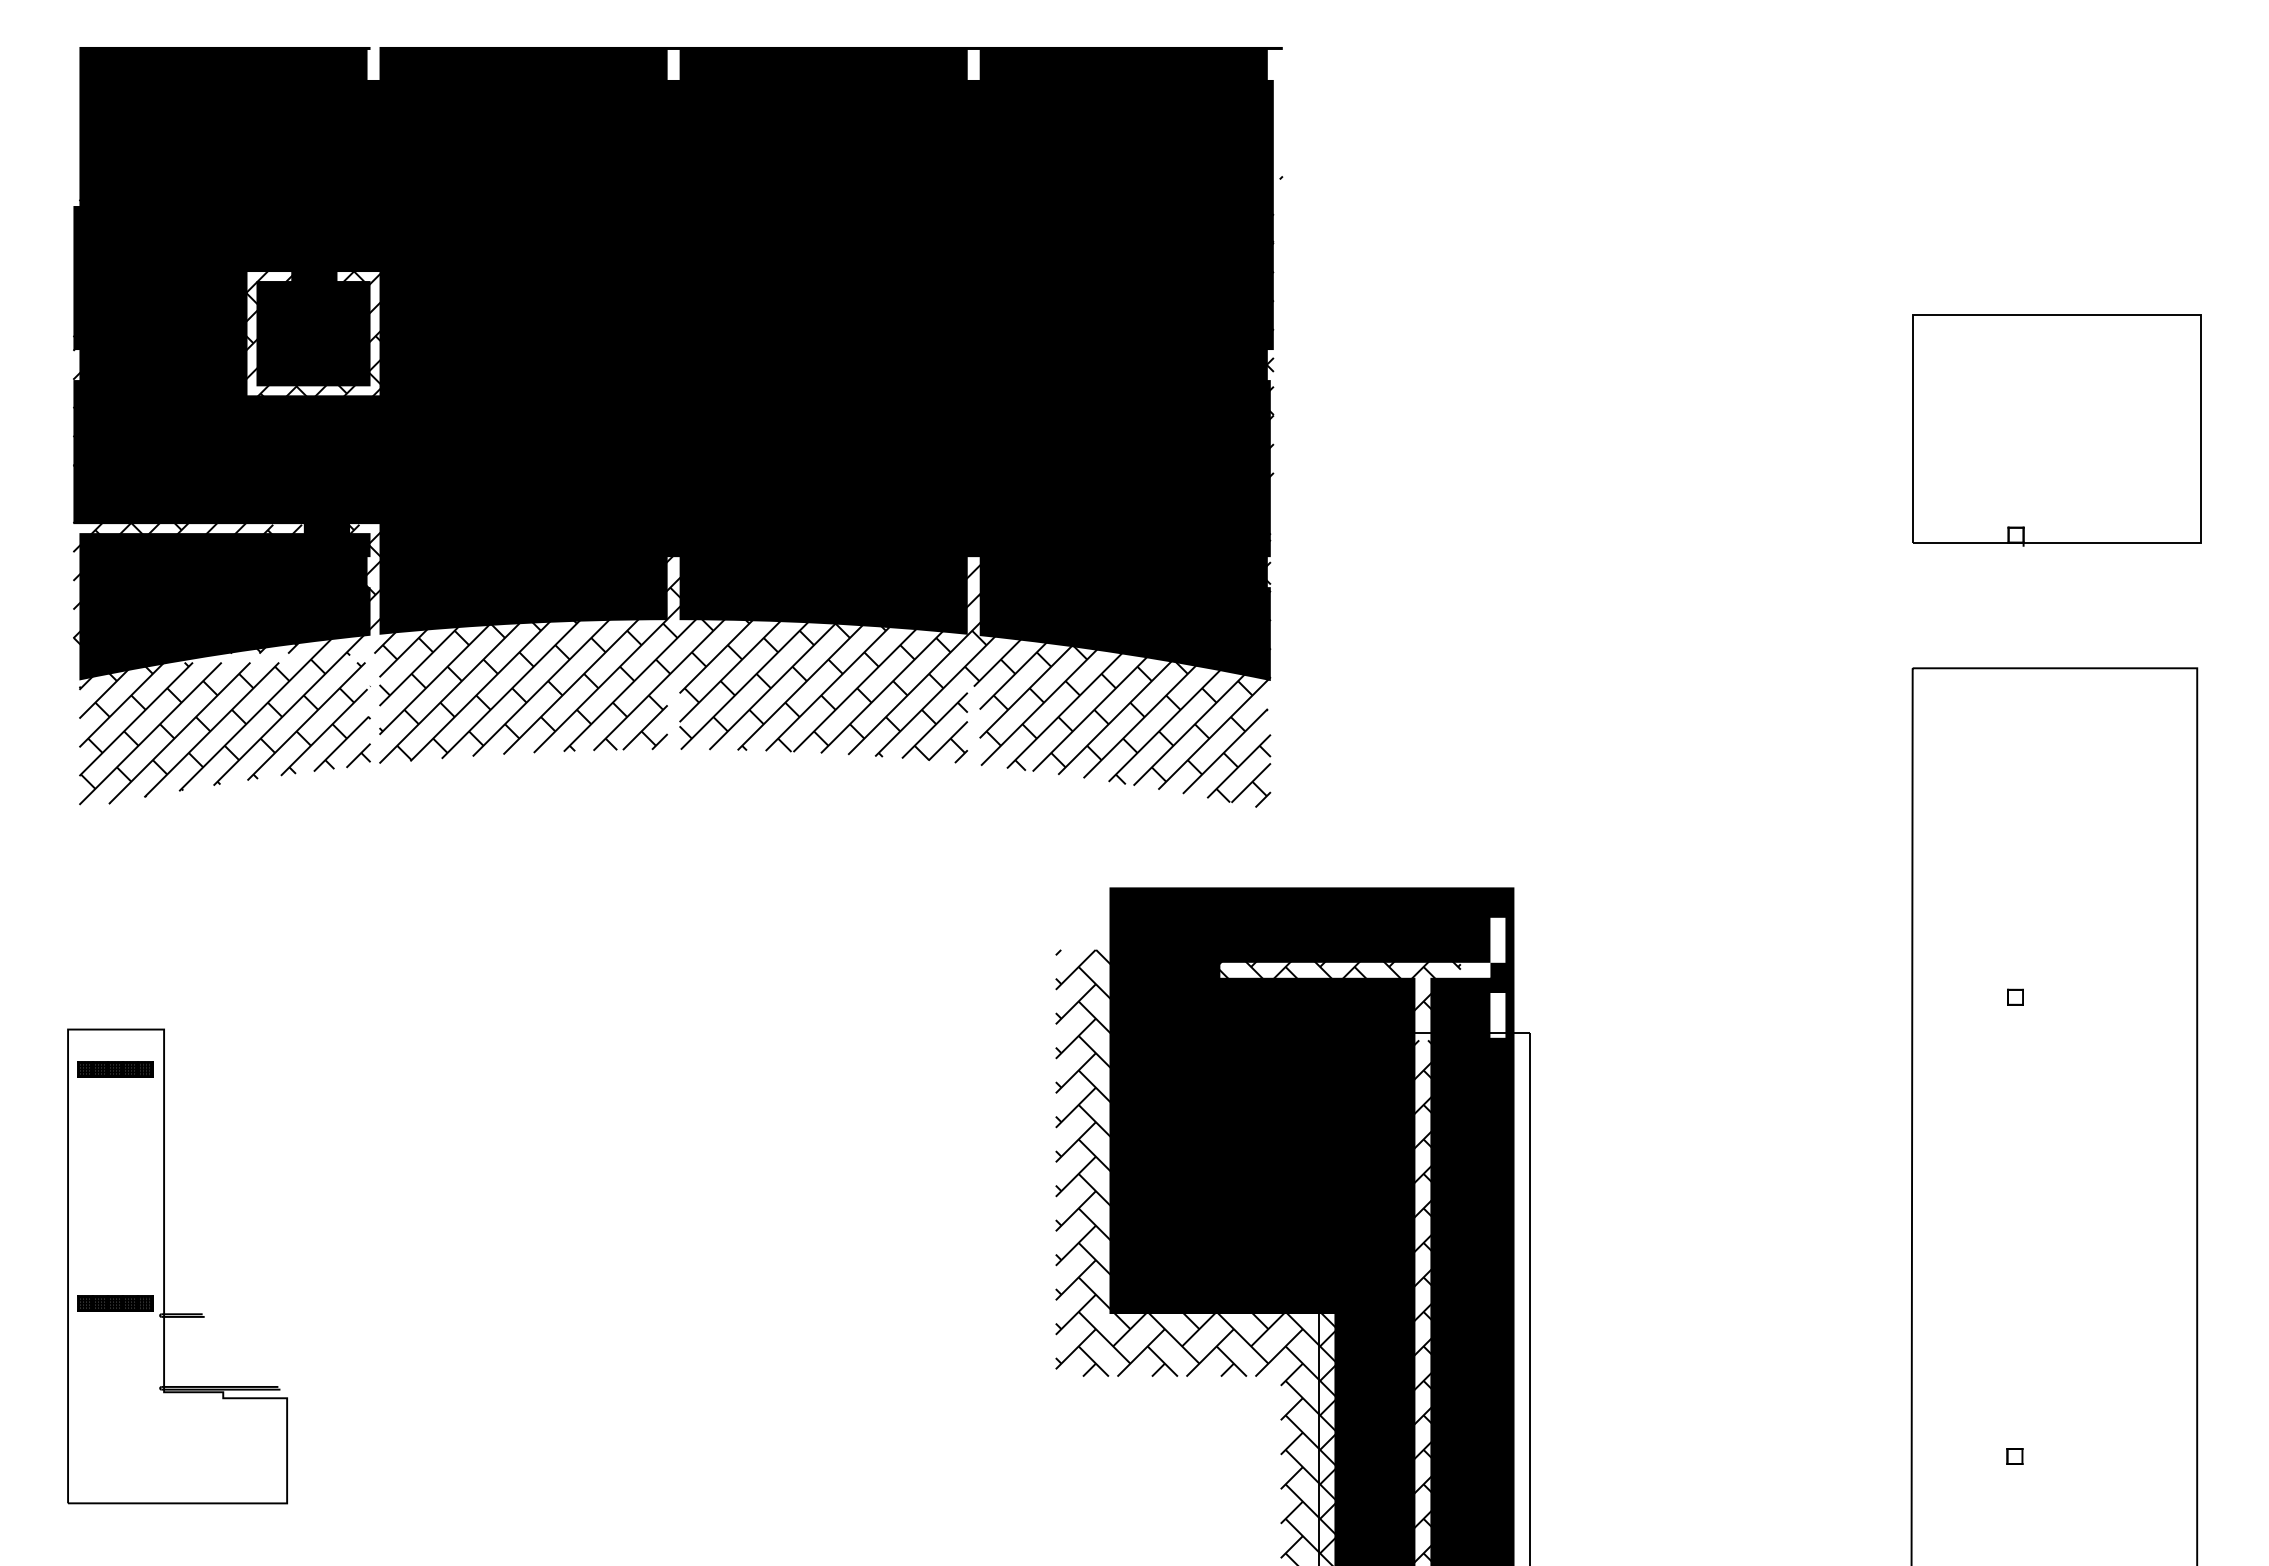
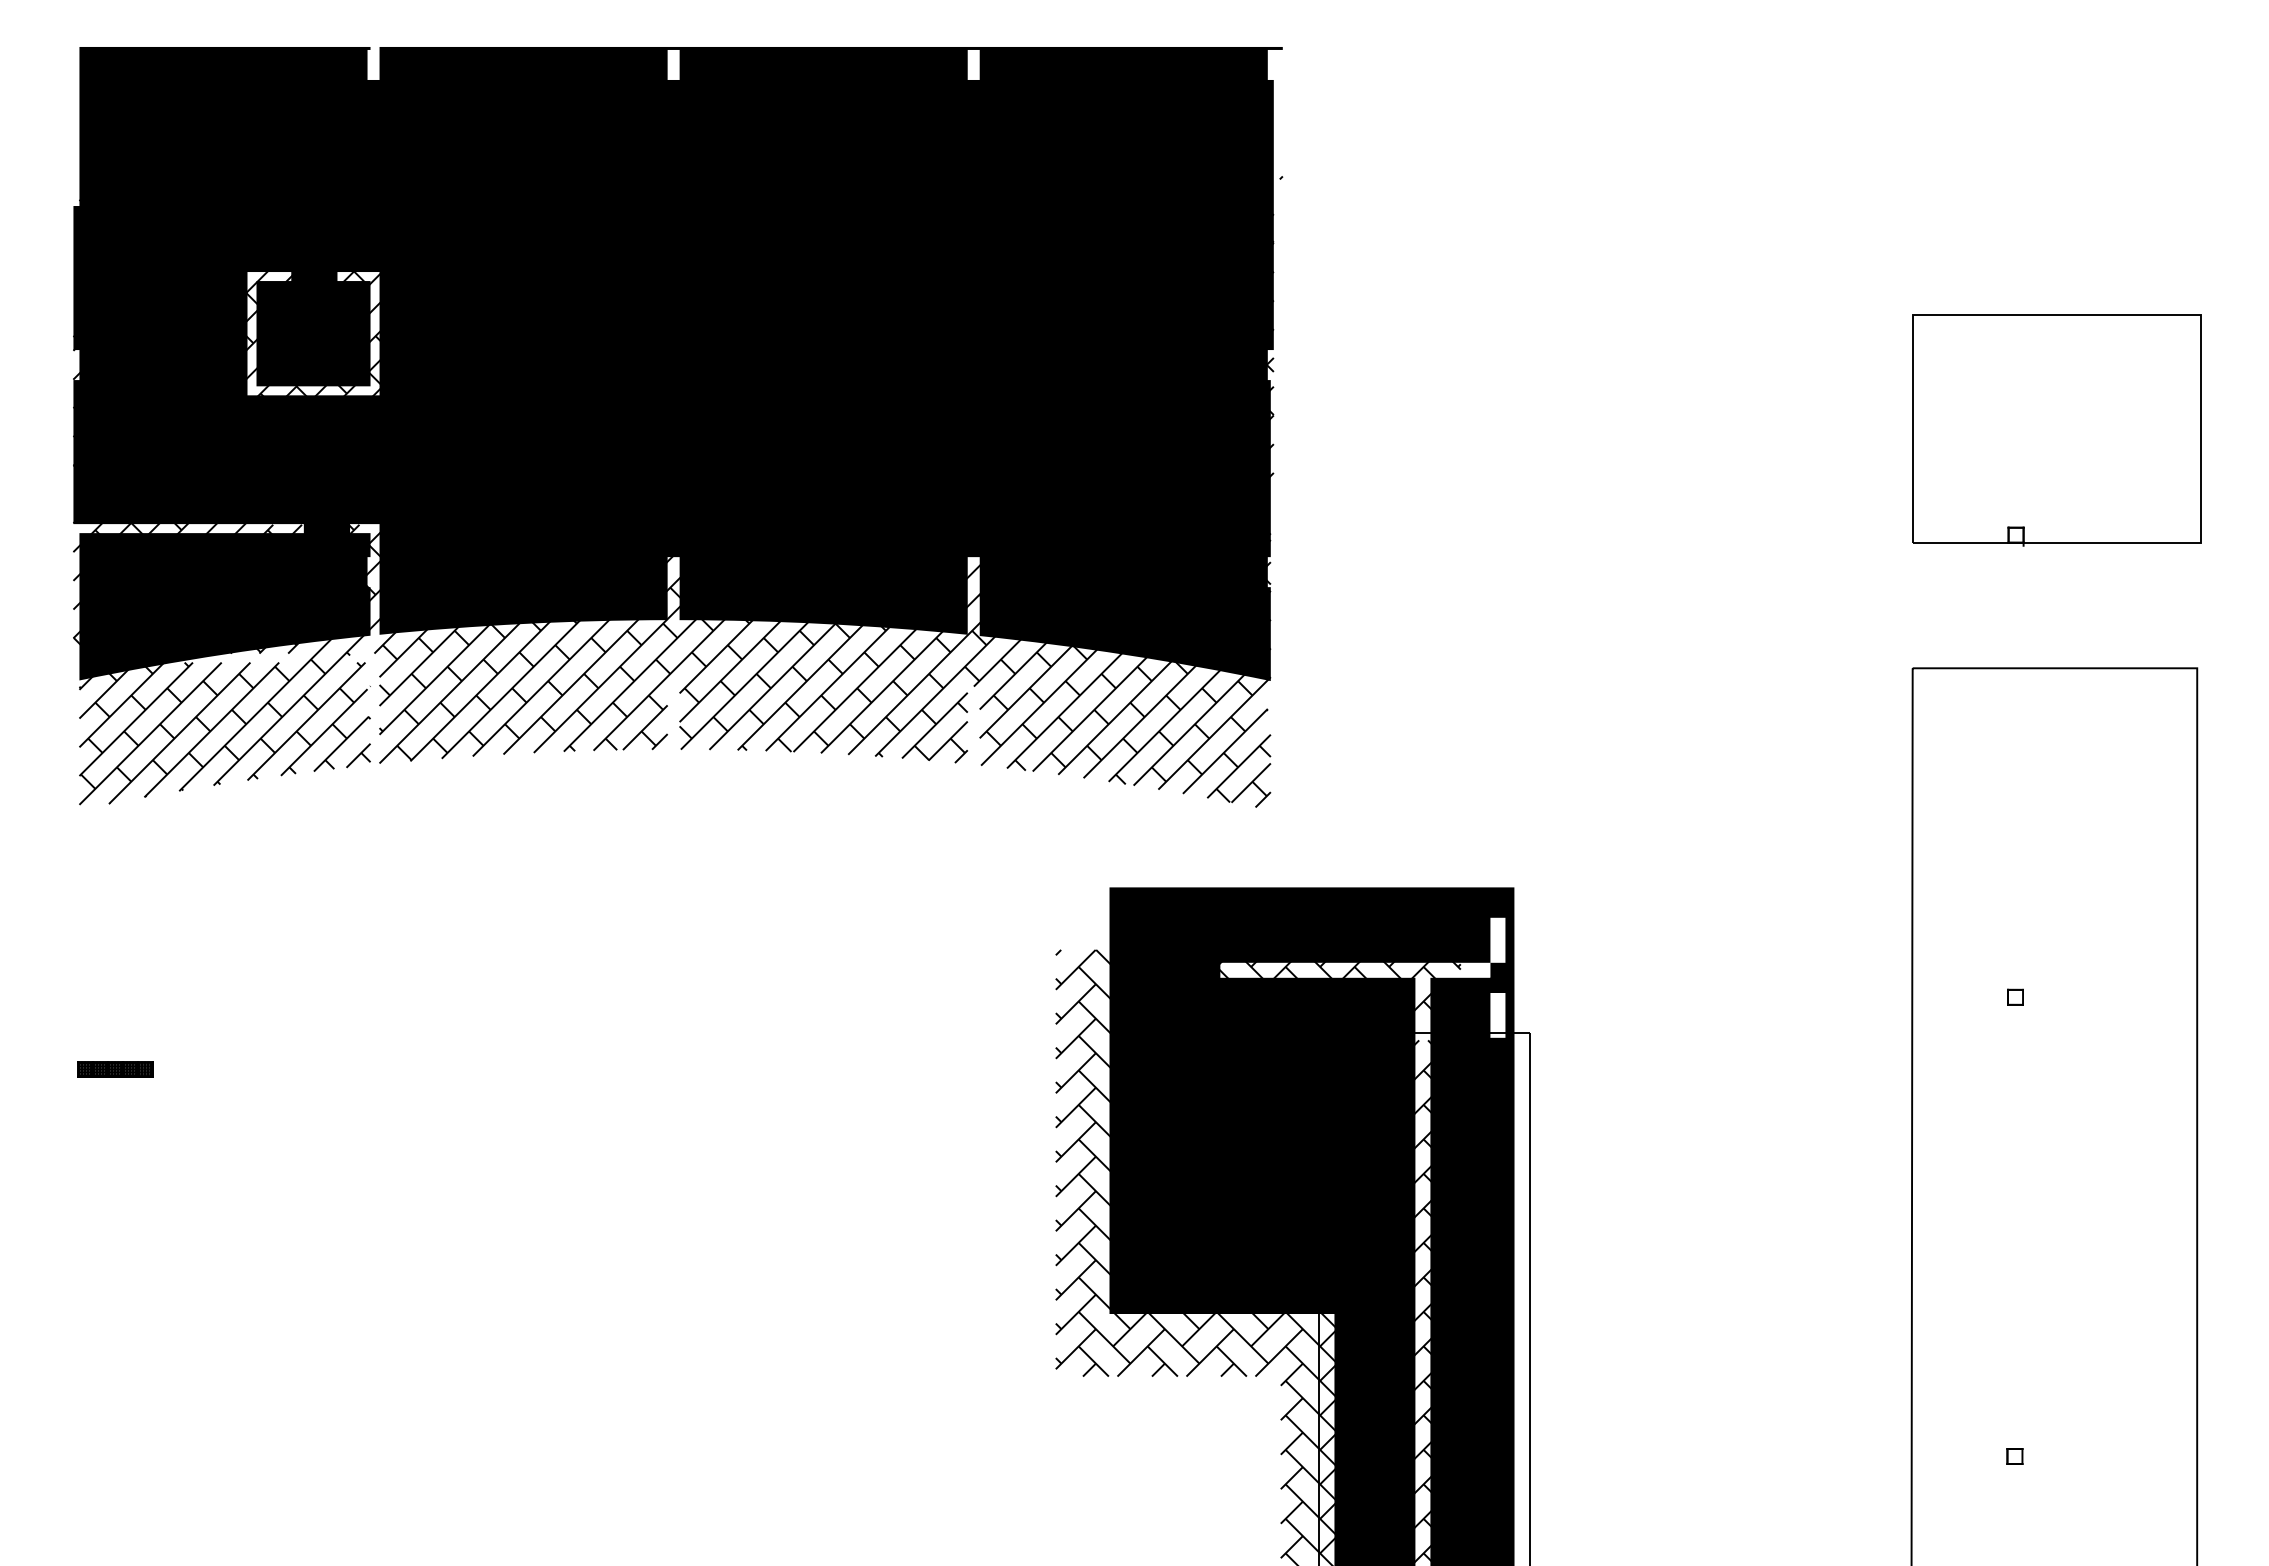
part at (164, 1266): present -> none
